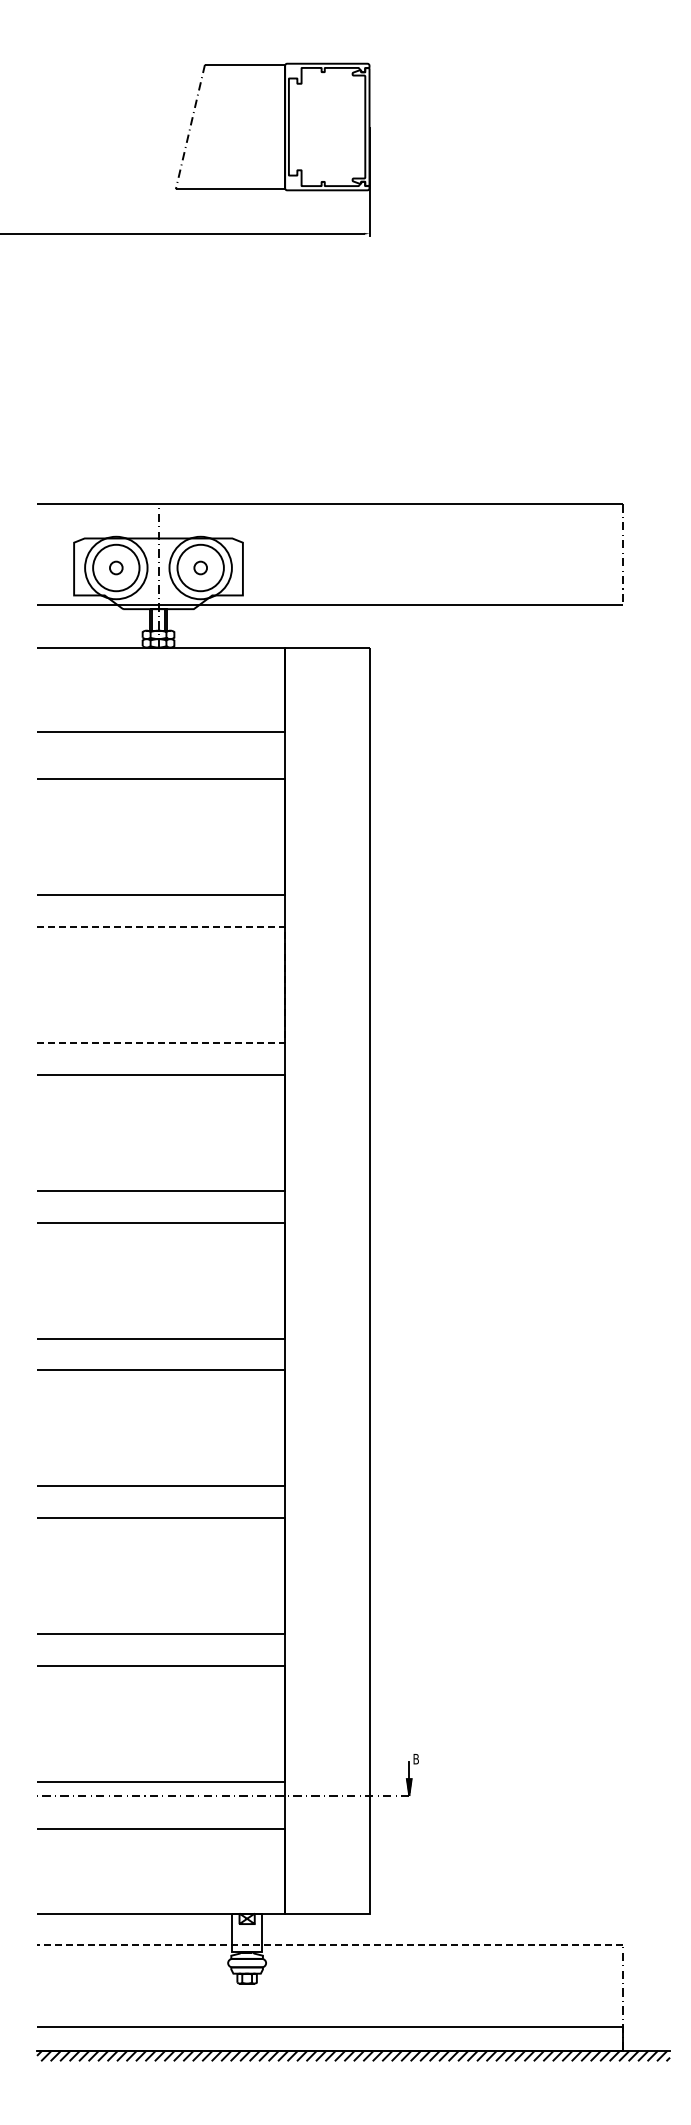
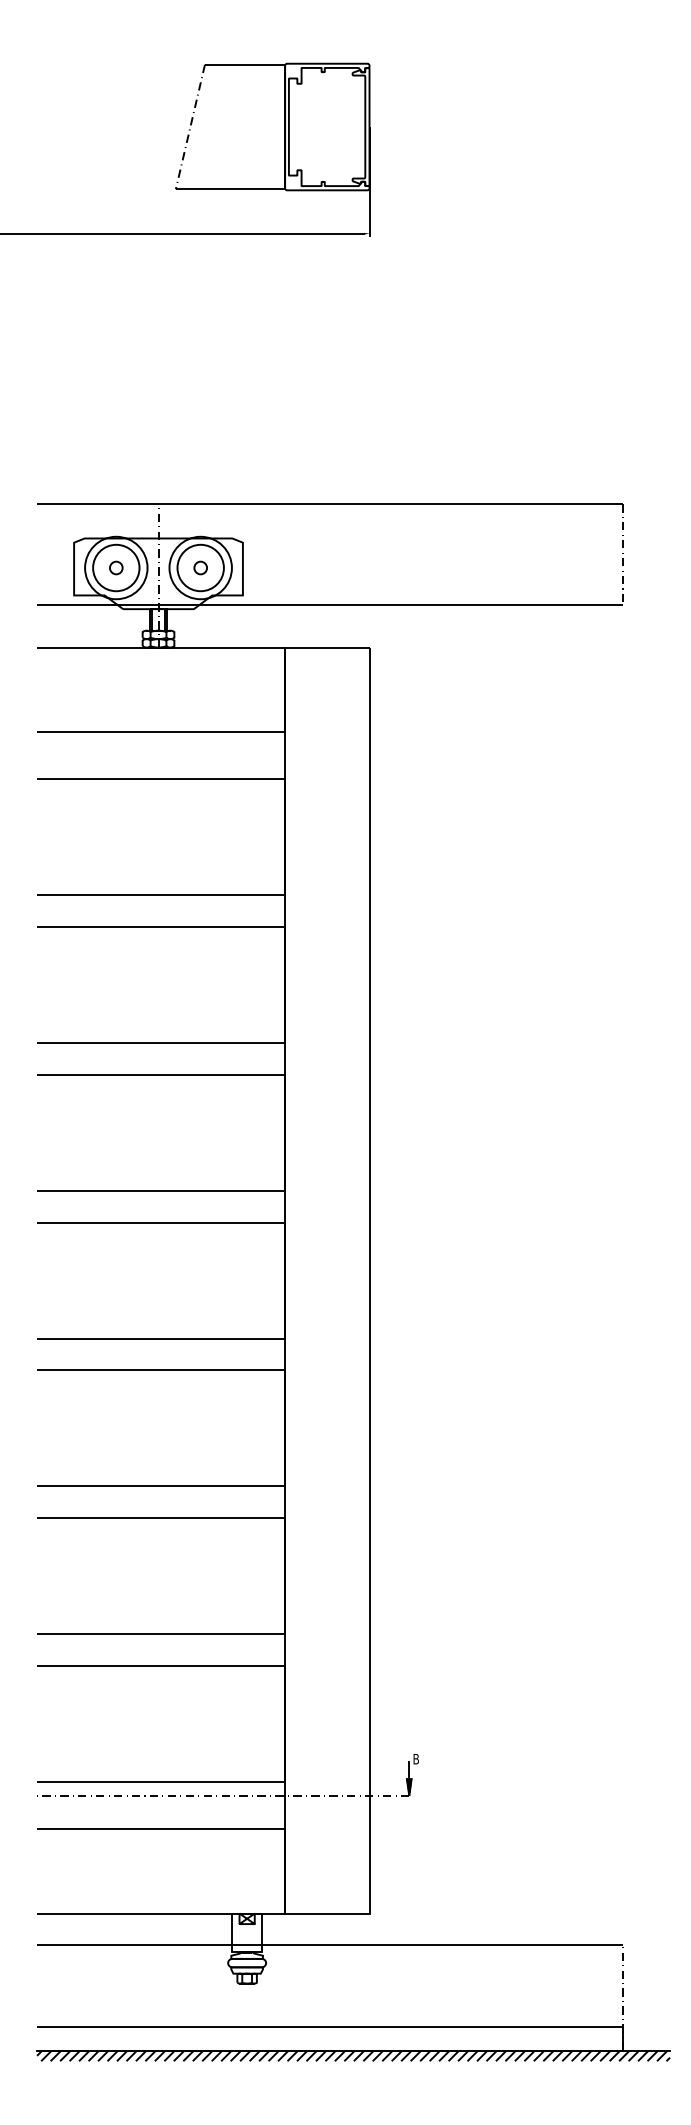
line at (285, 984): dashed -> solid
line at (329, 1945): dashed -> solid
